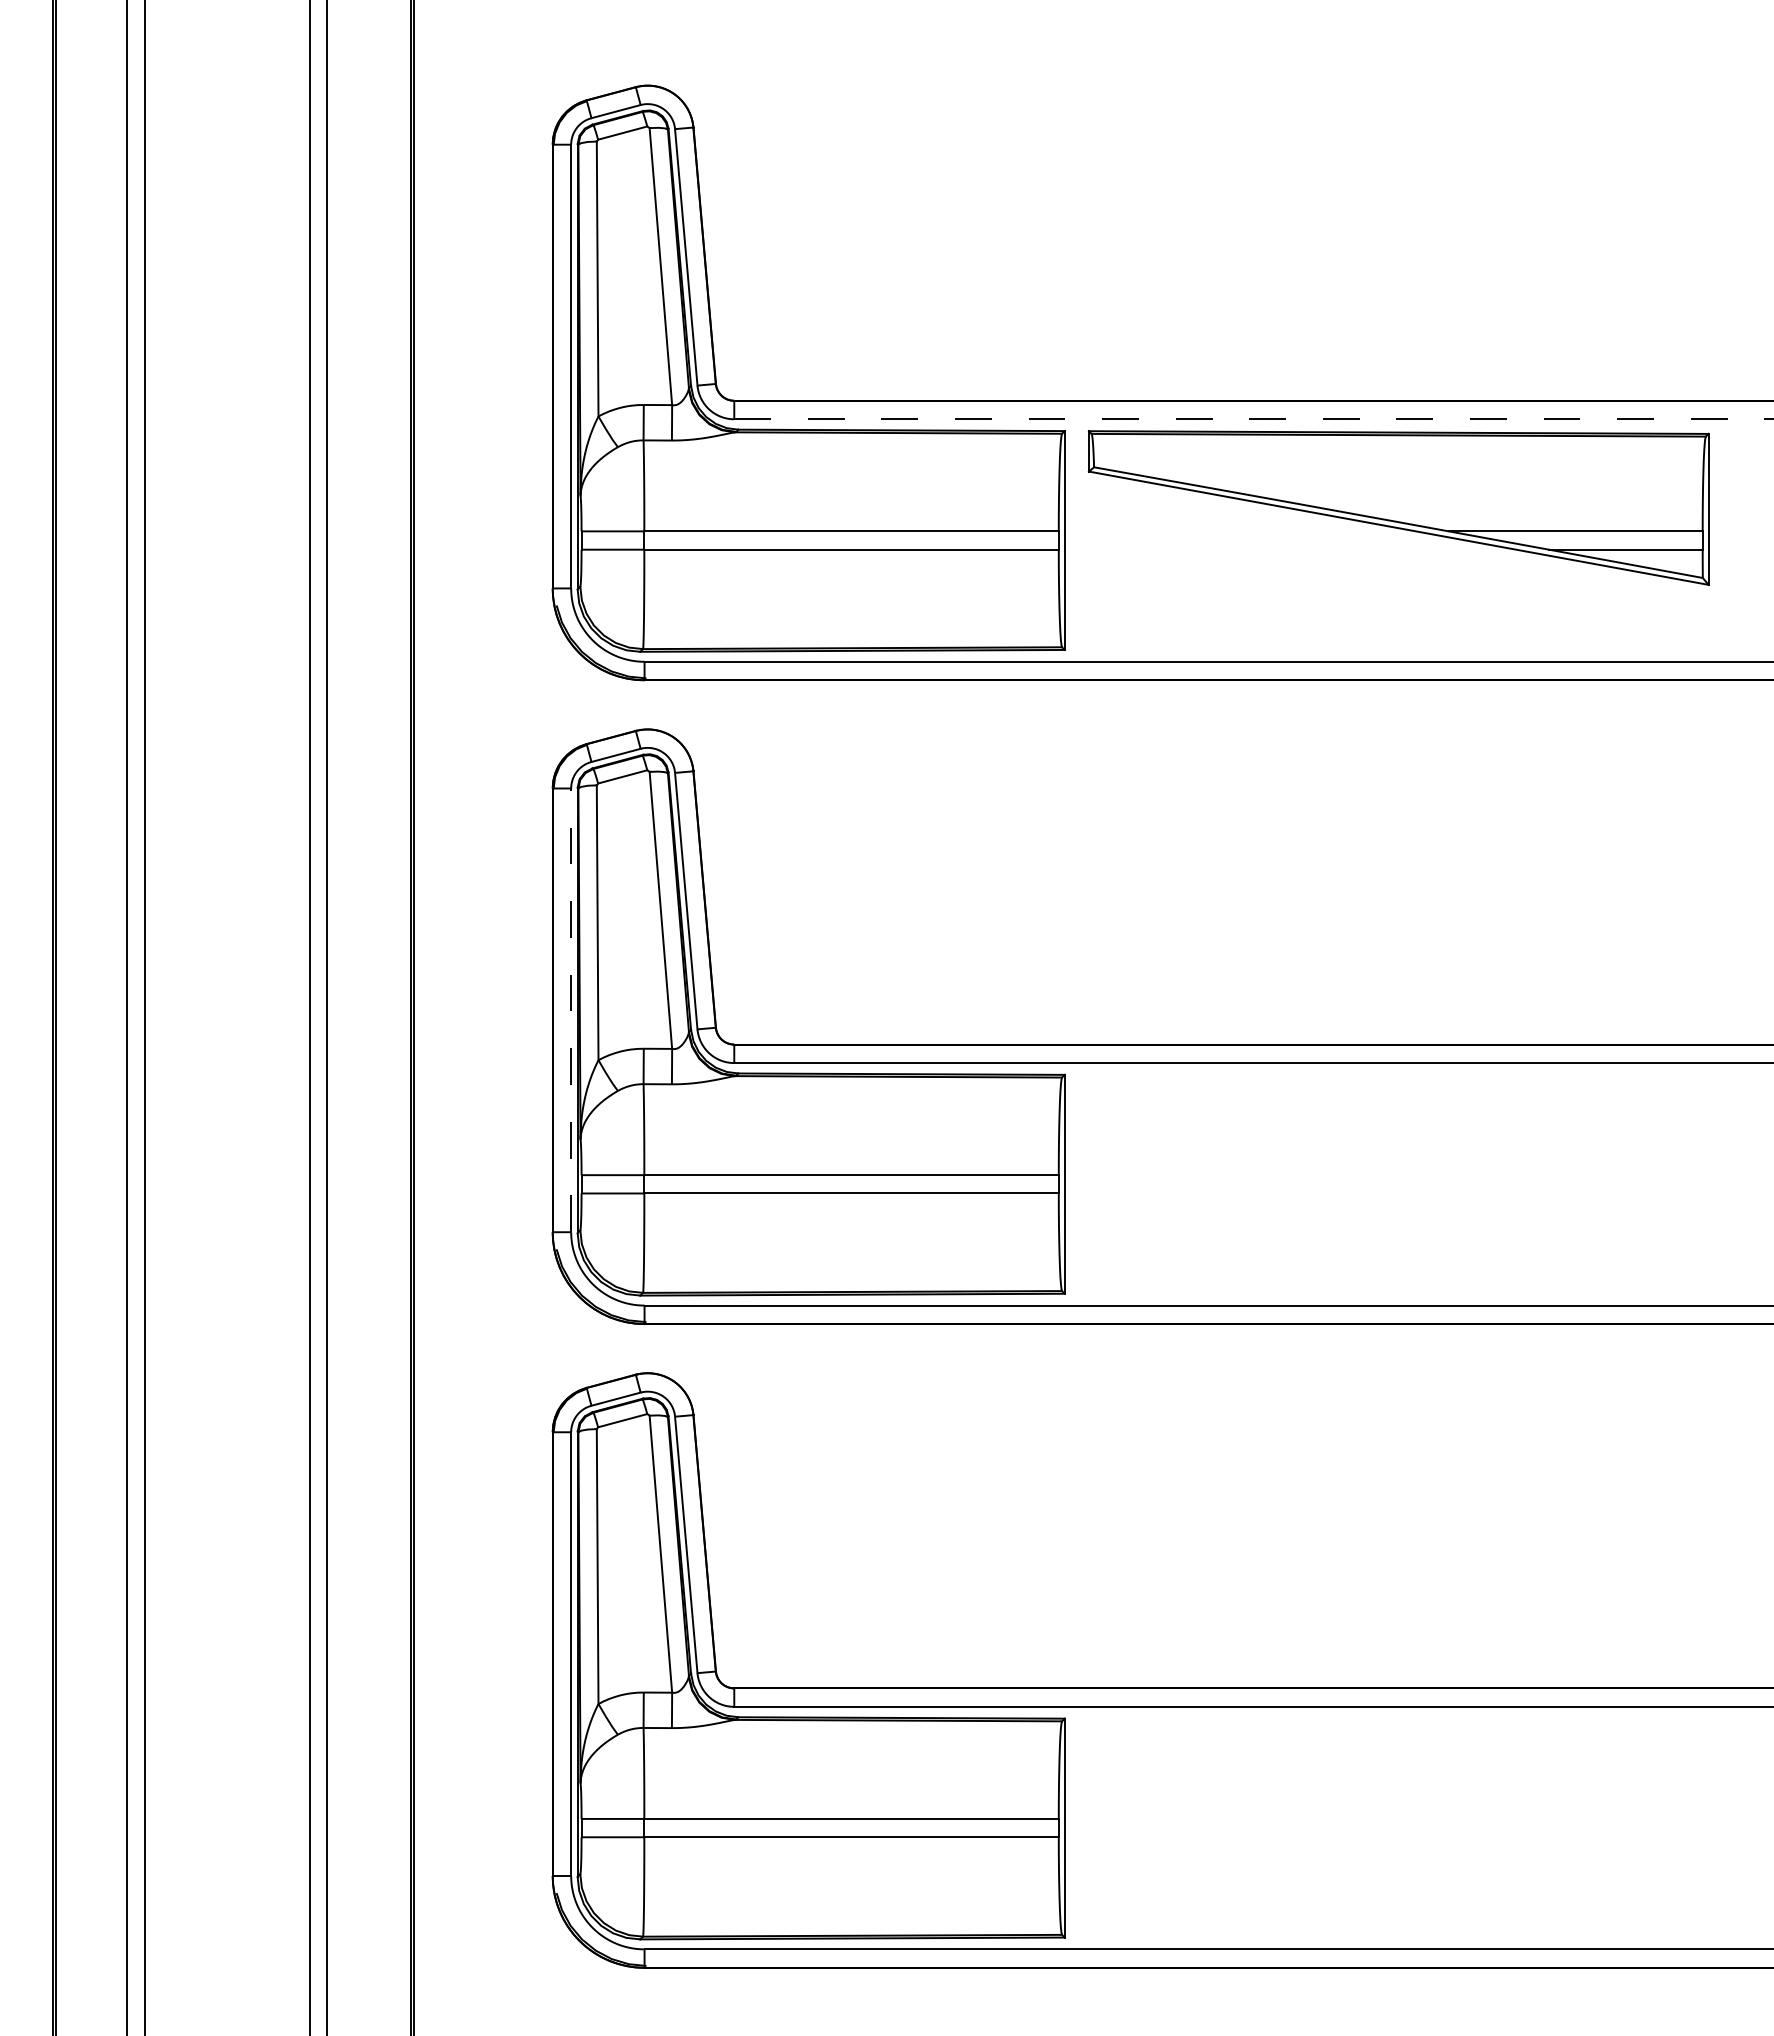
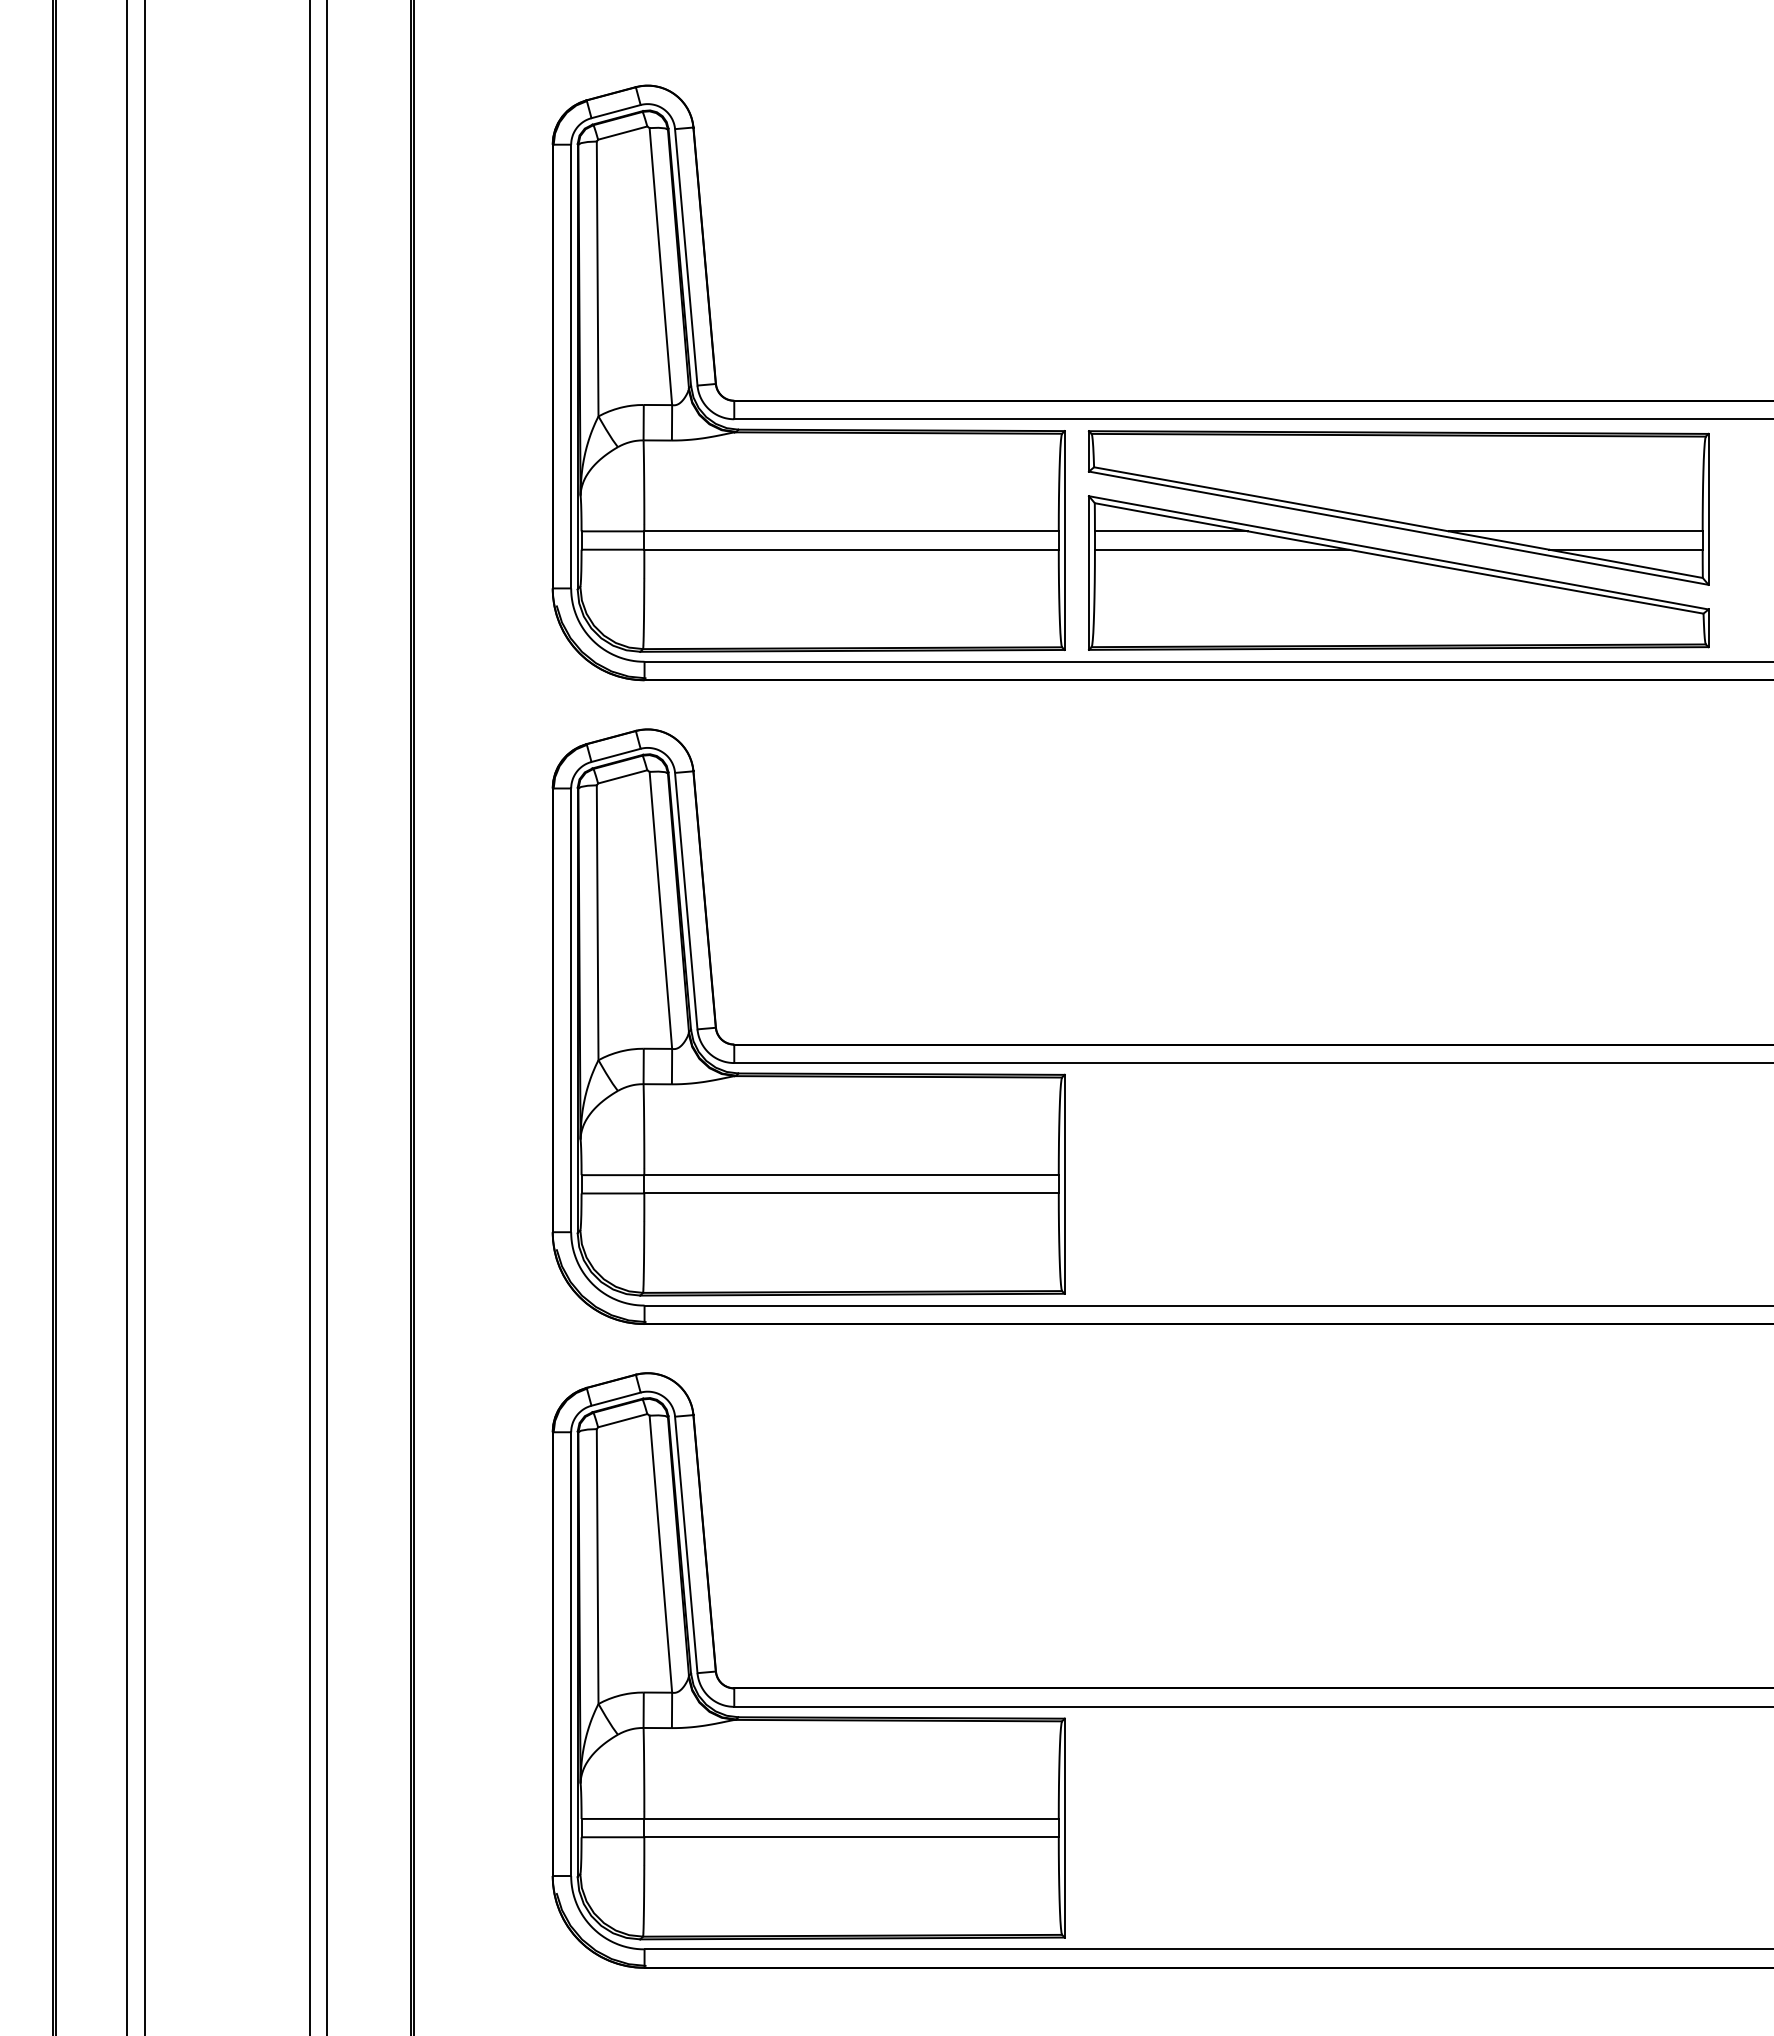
line at (1254, 419): dashed -> solid
part at (1398, 572): none -> present
line at (571, 1010): dashed -> solid
